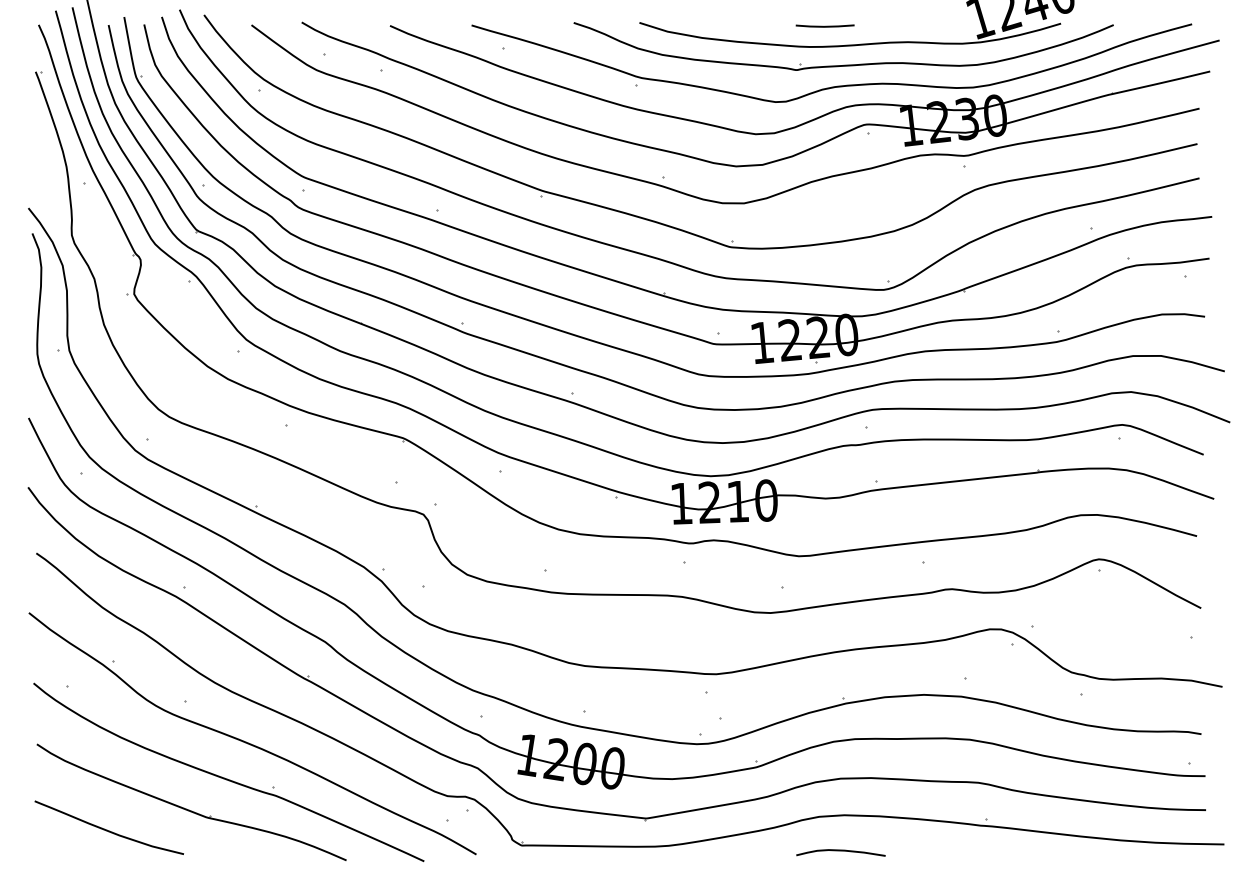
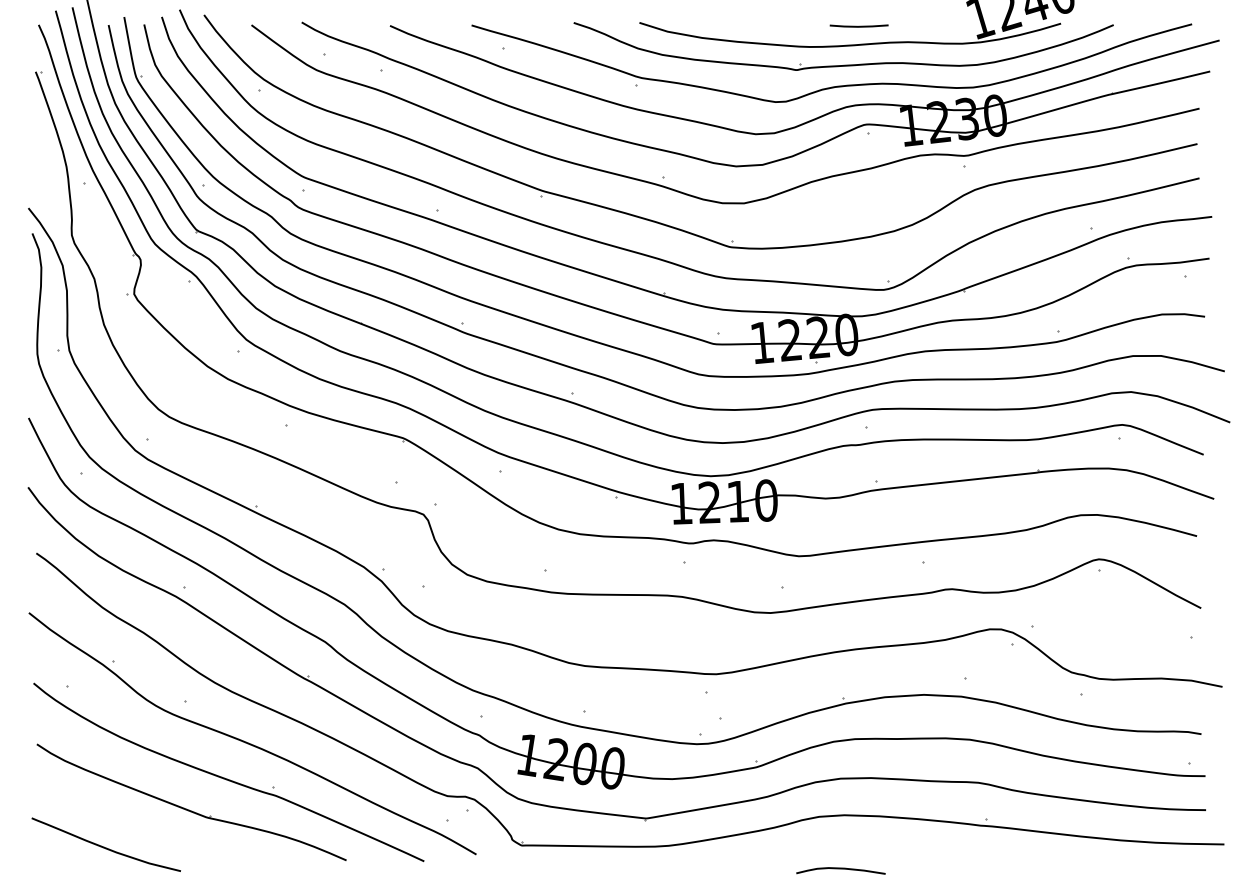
line at (824, 25) position: (824, 25) -> (858, 25)
curve at (107, 829) position: (107, 829) -> (104, 846)
curve at (840, 851) position: (840, 851) -> (840, 869)
